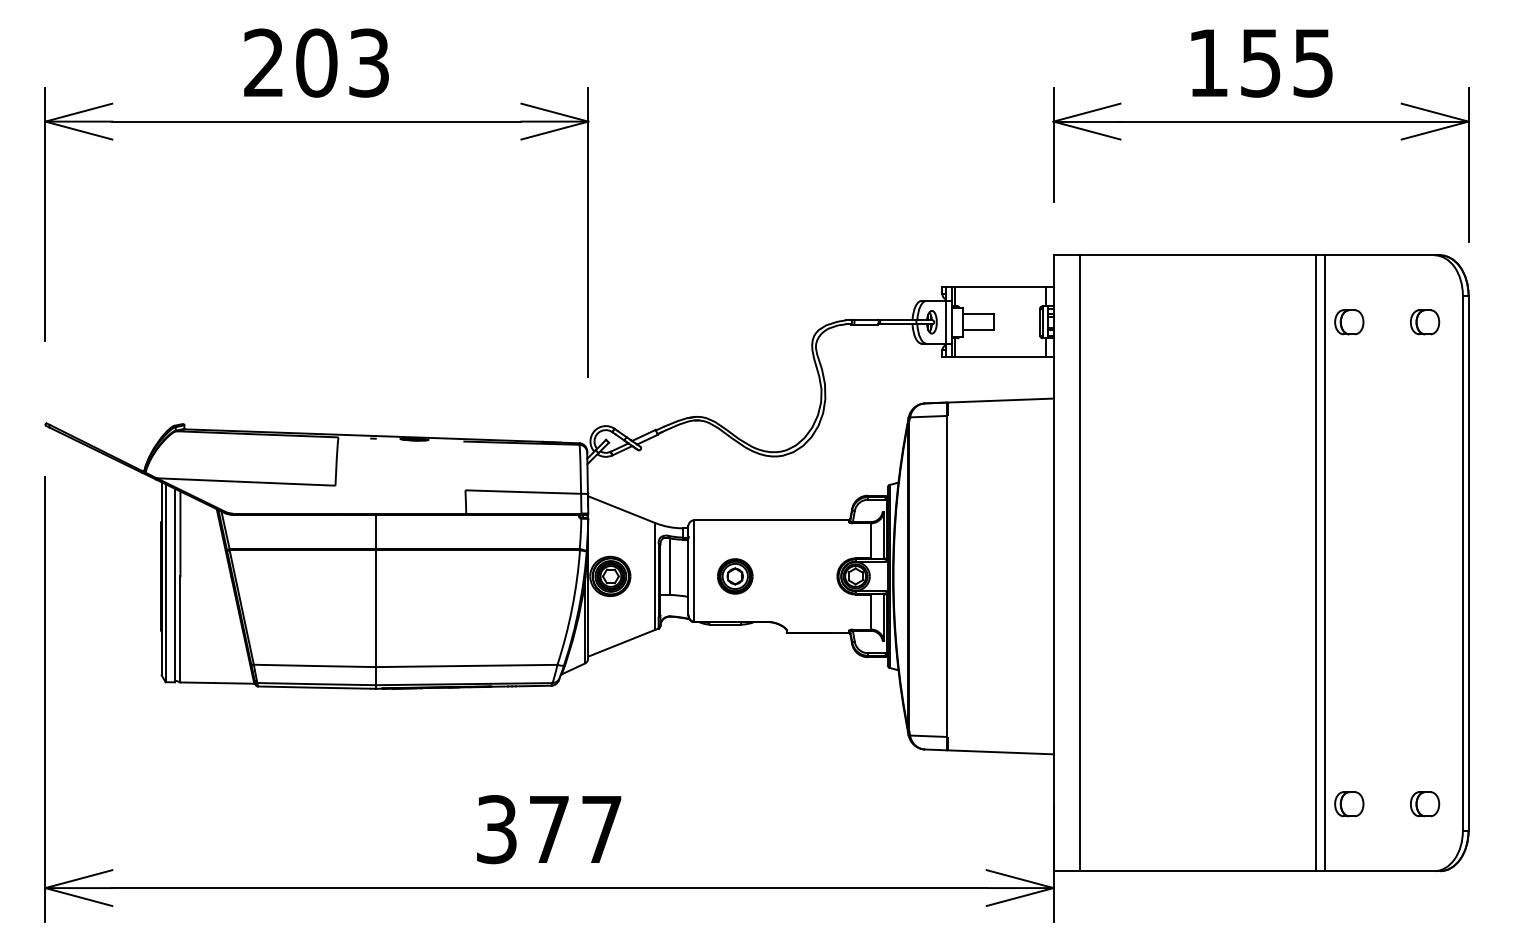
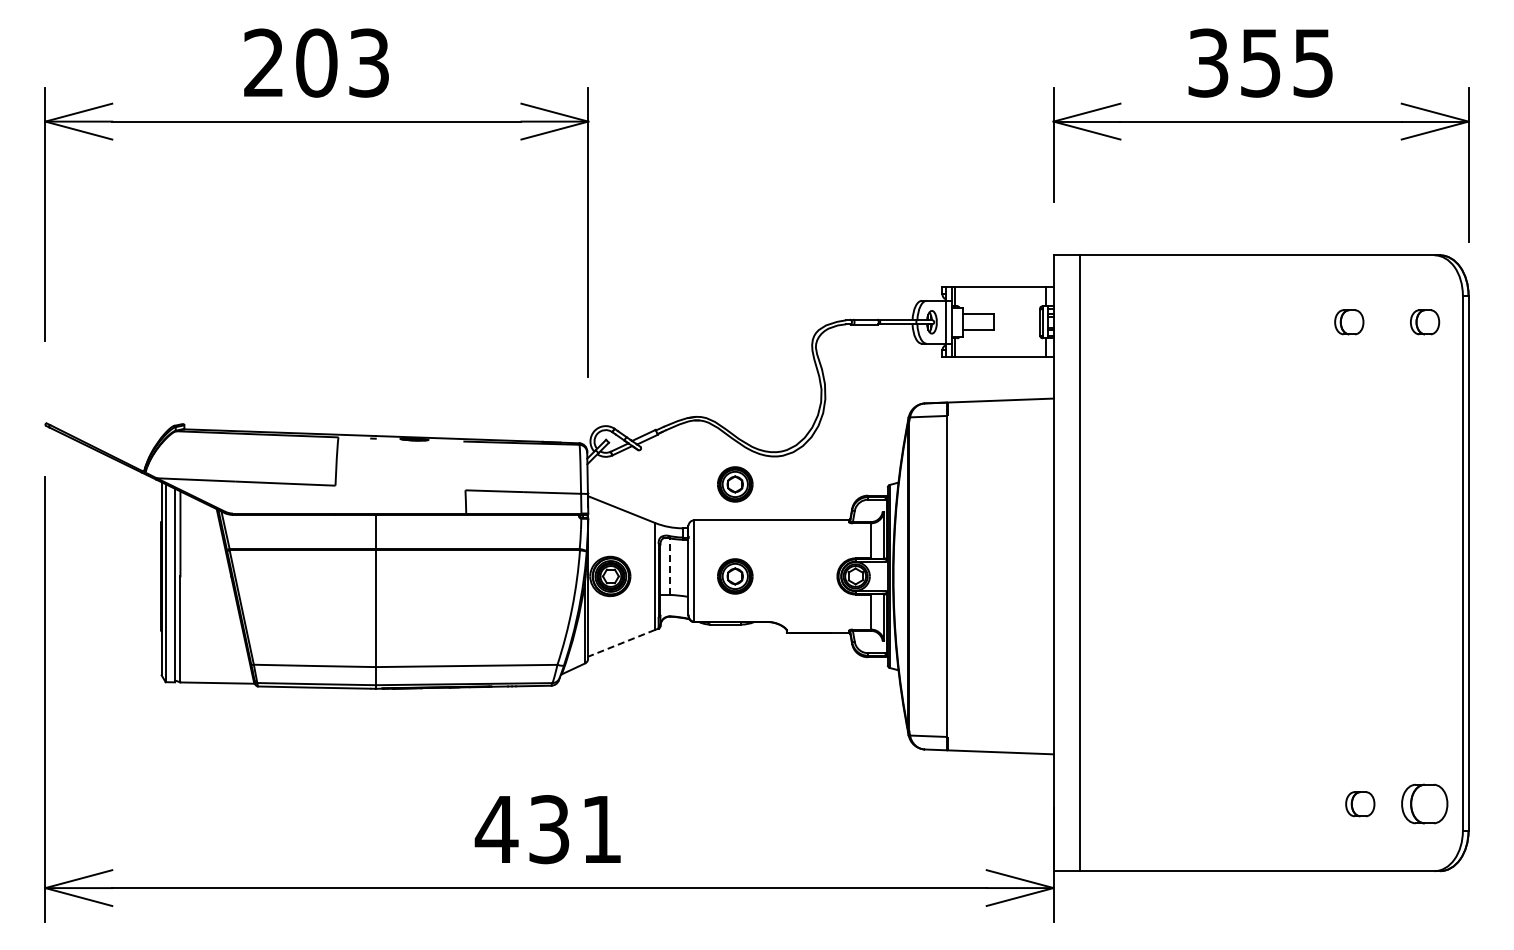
text at (1208, 62): 155 -> 355
part at (735, 484): none -> present
line at (1315, 563): present -> none
line at (1325, 563): present -> none
line at (669, 566): solid -> dashed
line at (621, 643): solid -> dashed
part at (1349, 804) position: (1349, 804) -> (1360, 804)
part at (1425, 804) size: 31x27 px -> 48x42 px
text at (547, 829): 377 -> 431
